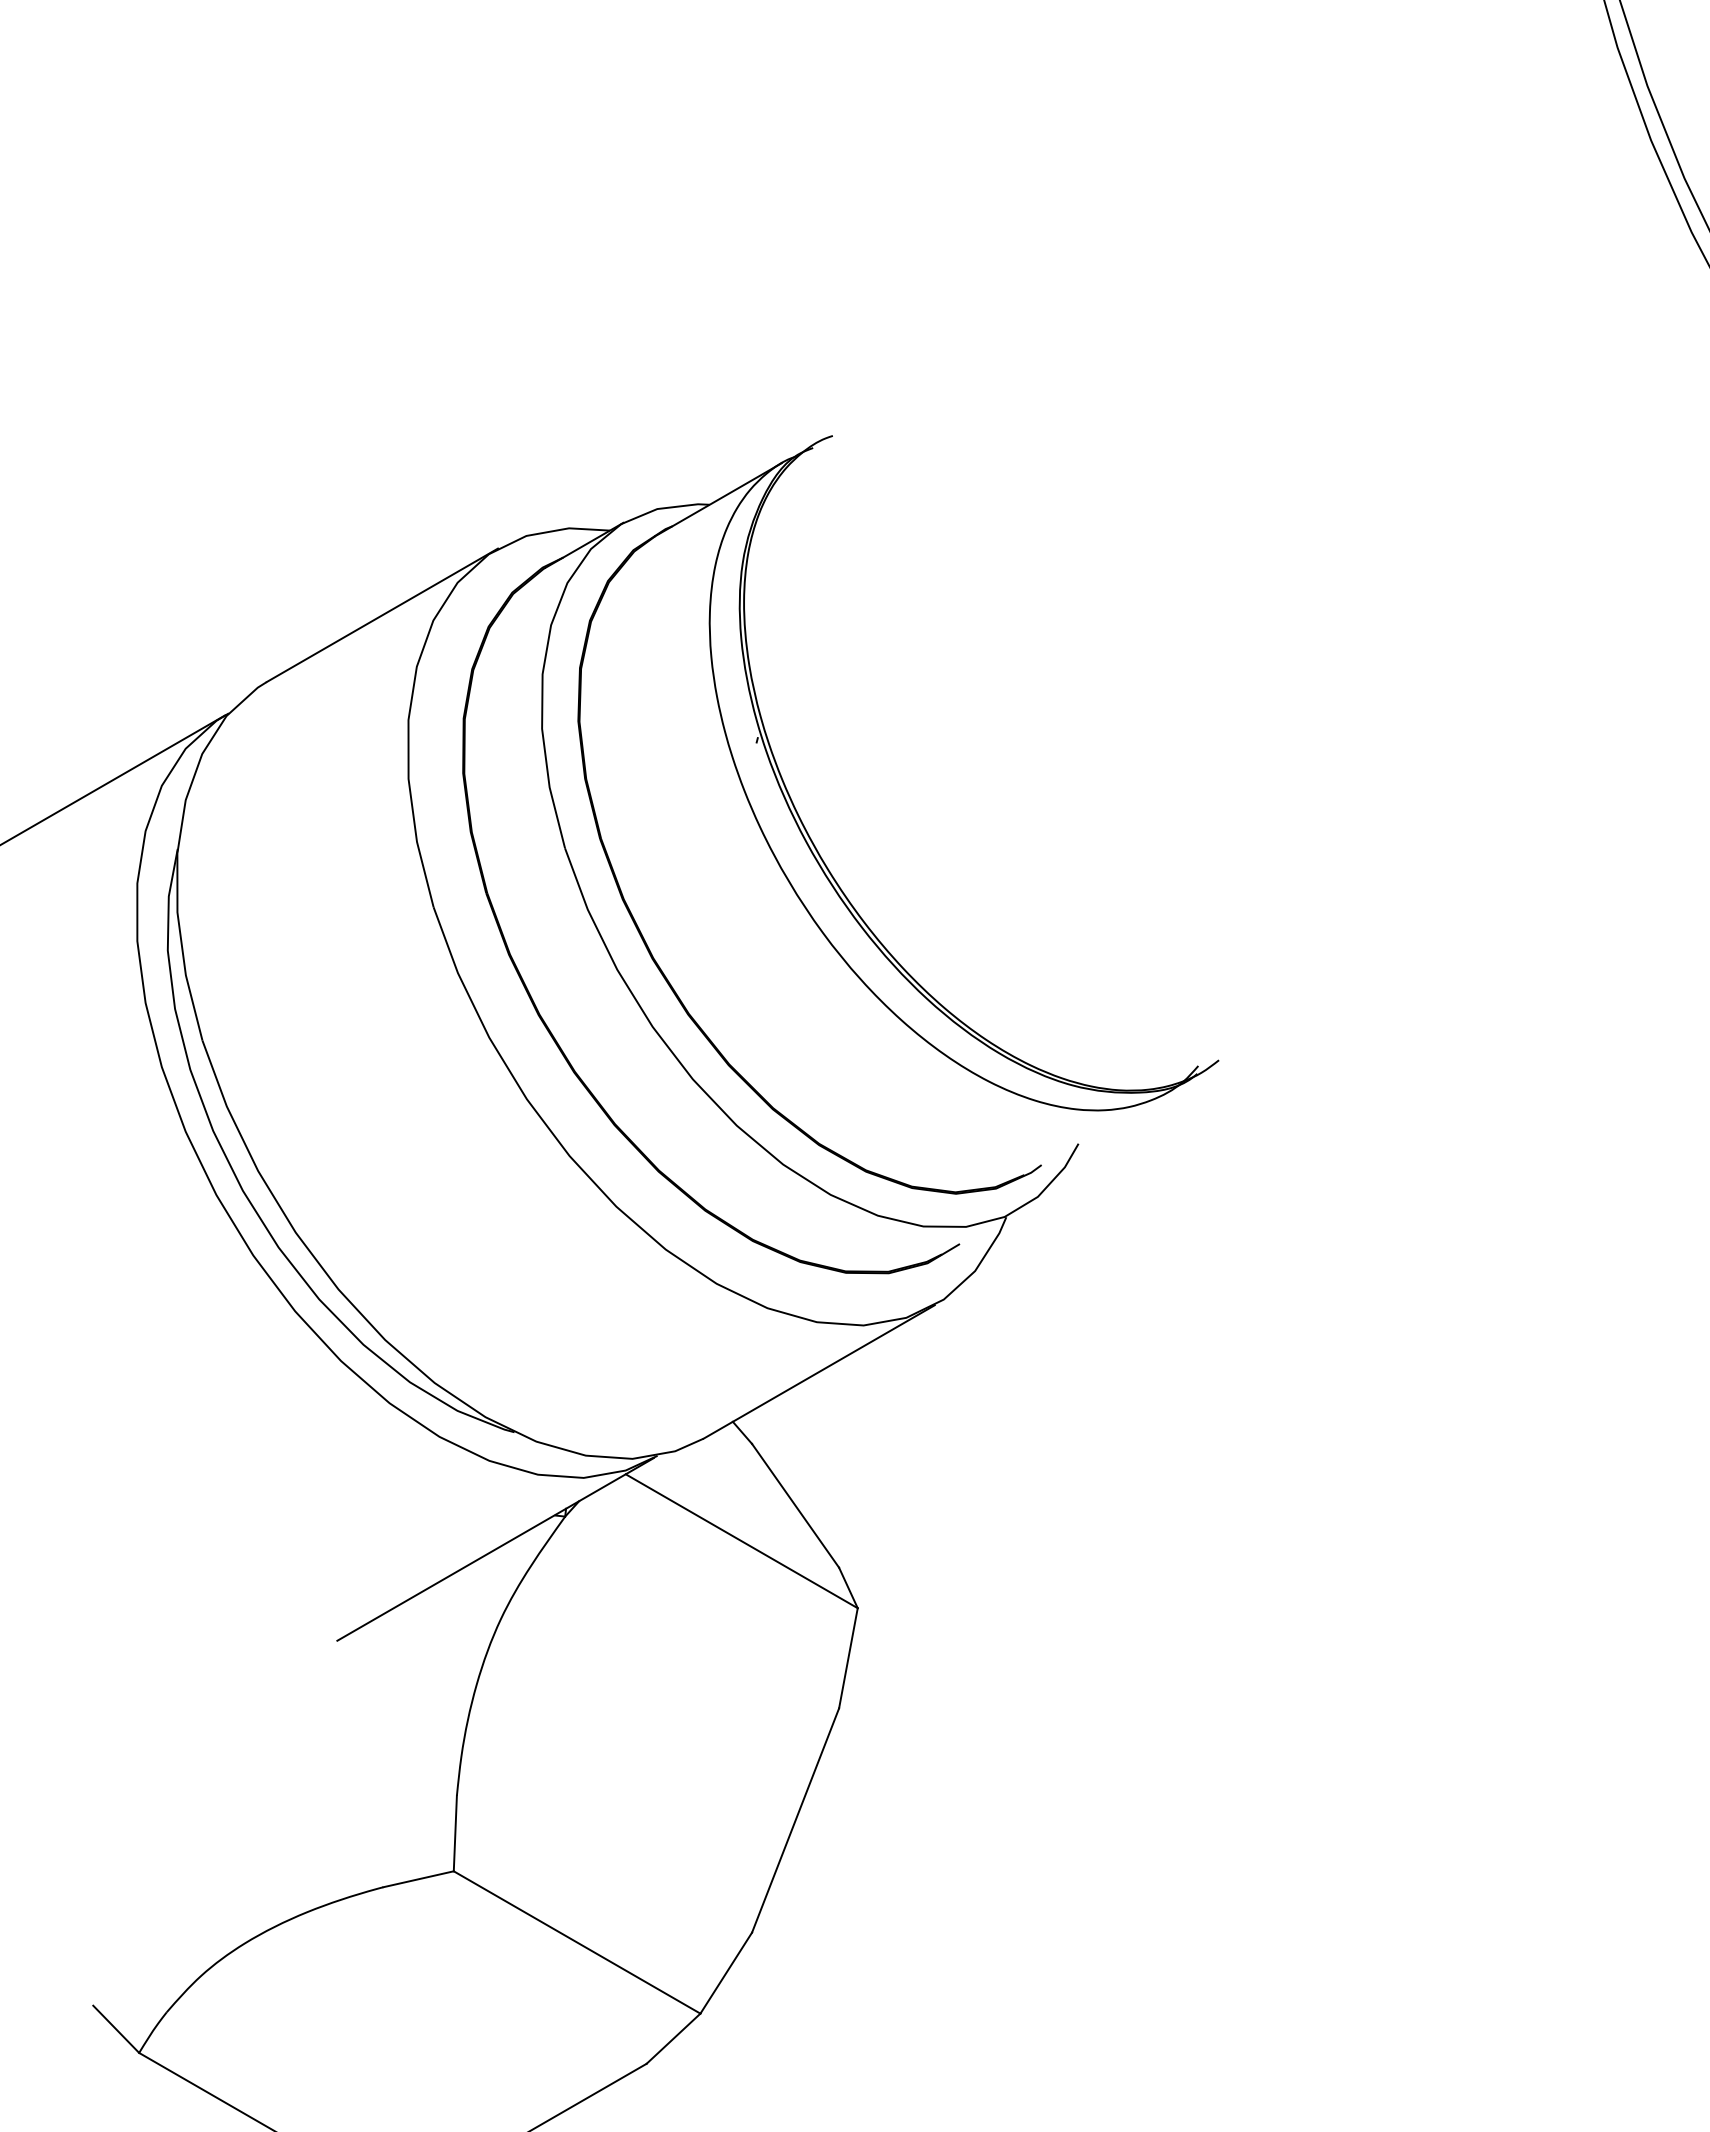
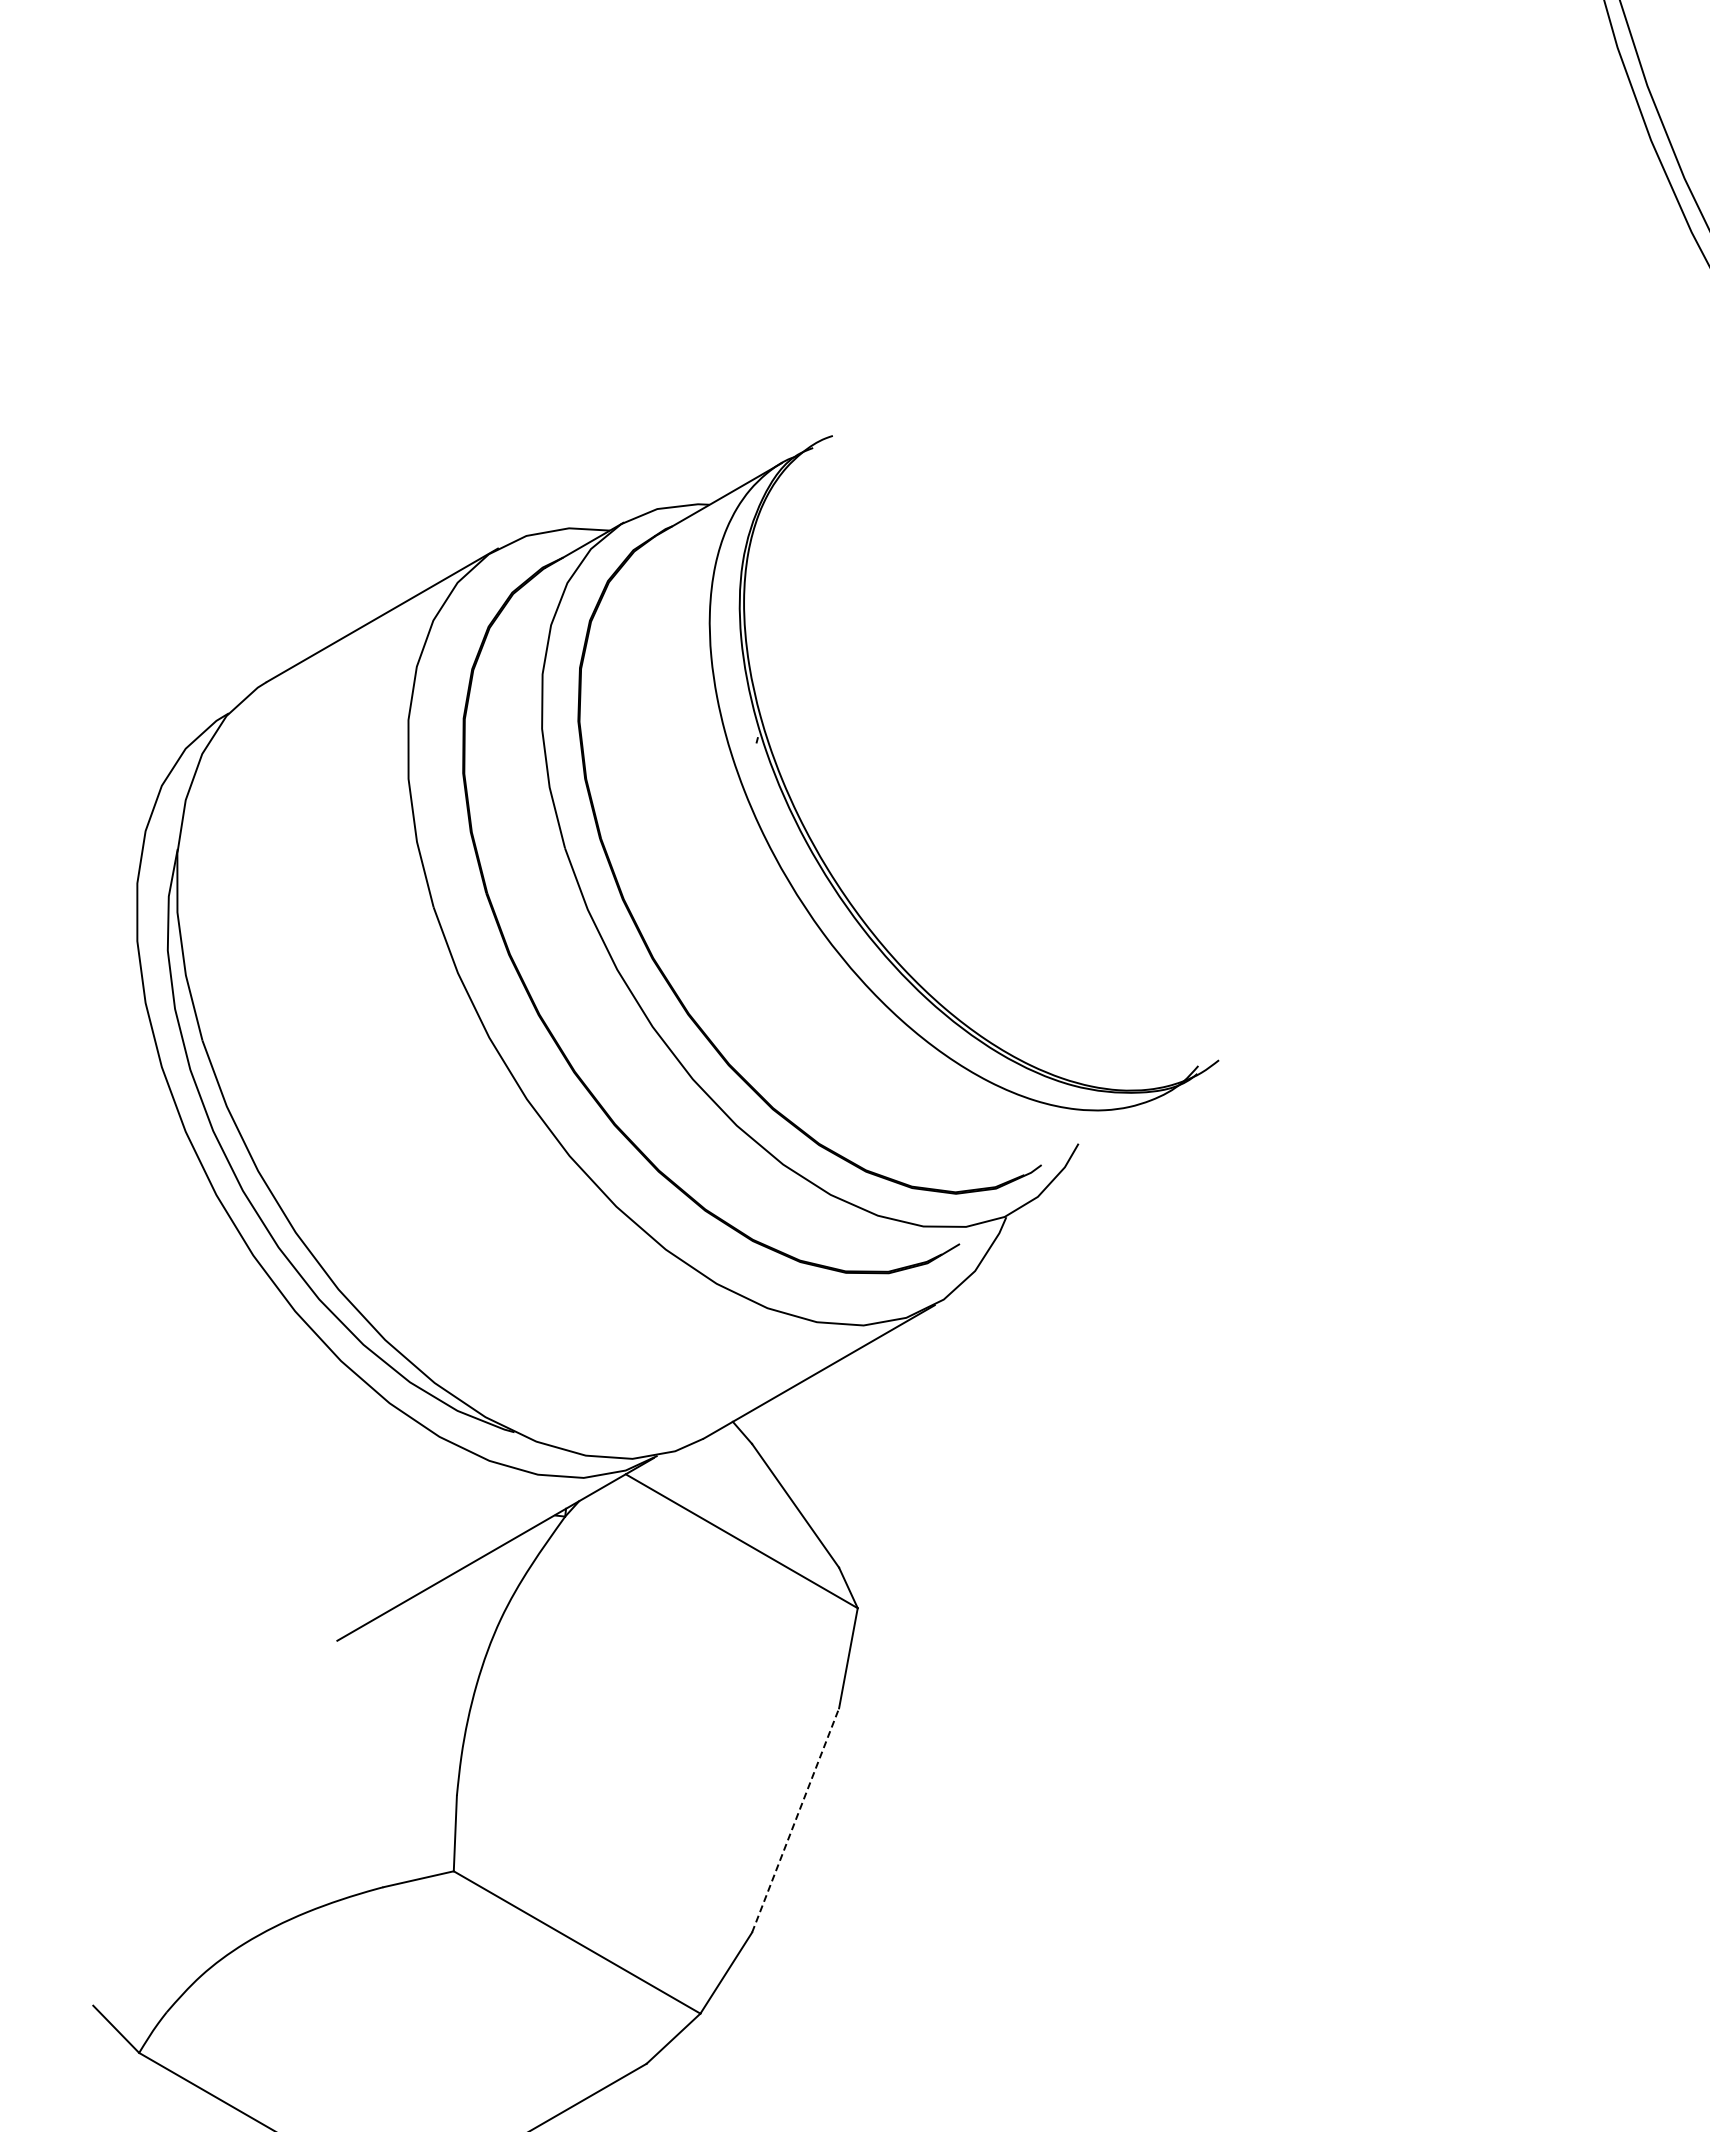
line at (113, 779): present -> none
line at (795, 1820): solid -> dashed
